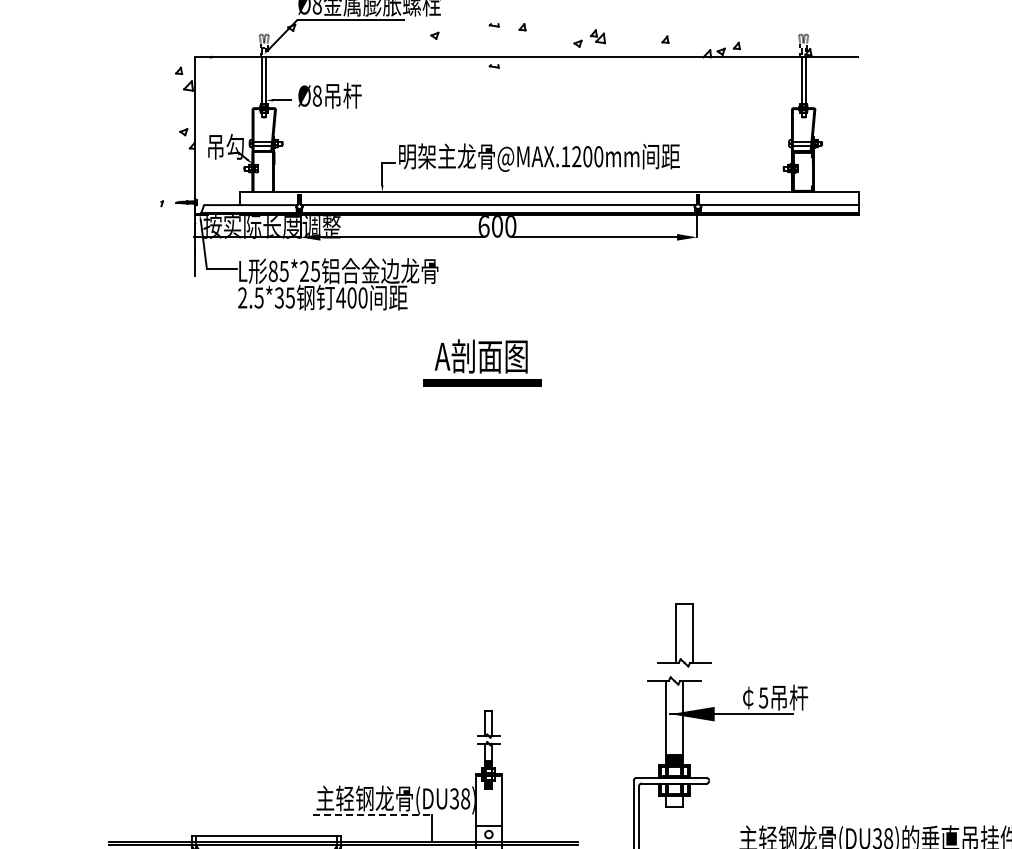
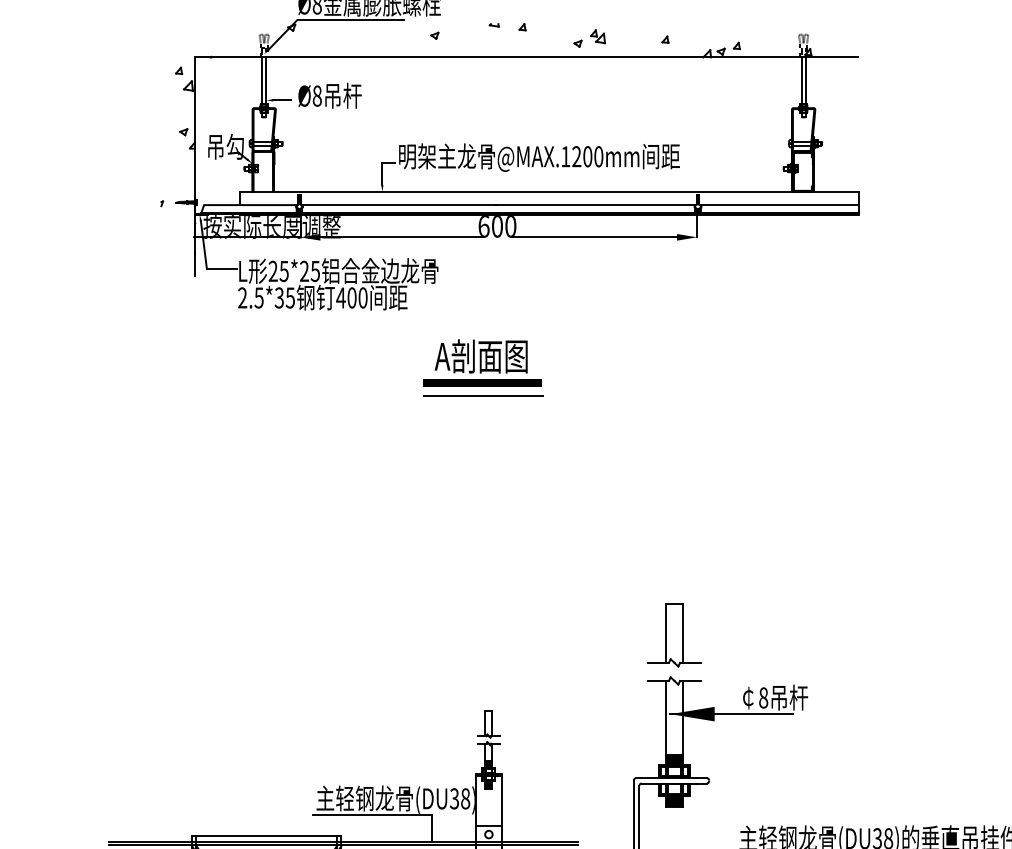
part at (493, 66): present -> none
text at (272, 271): 85*25 -> 25*25
line at (482, 395): none -> present
part at (684, 635) position: (684, 635) -> (674, 635)
text at (763, 697): 5 -> 8
fill at (674, 801): none -> present
line at (372, 815): dashed -> solid
